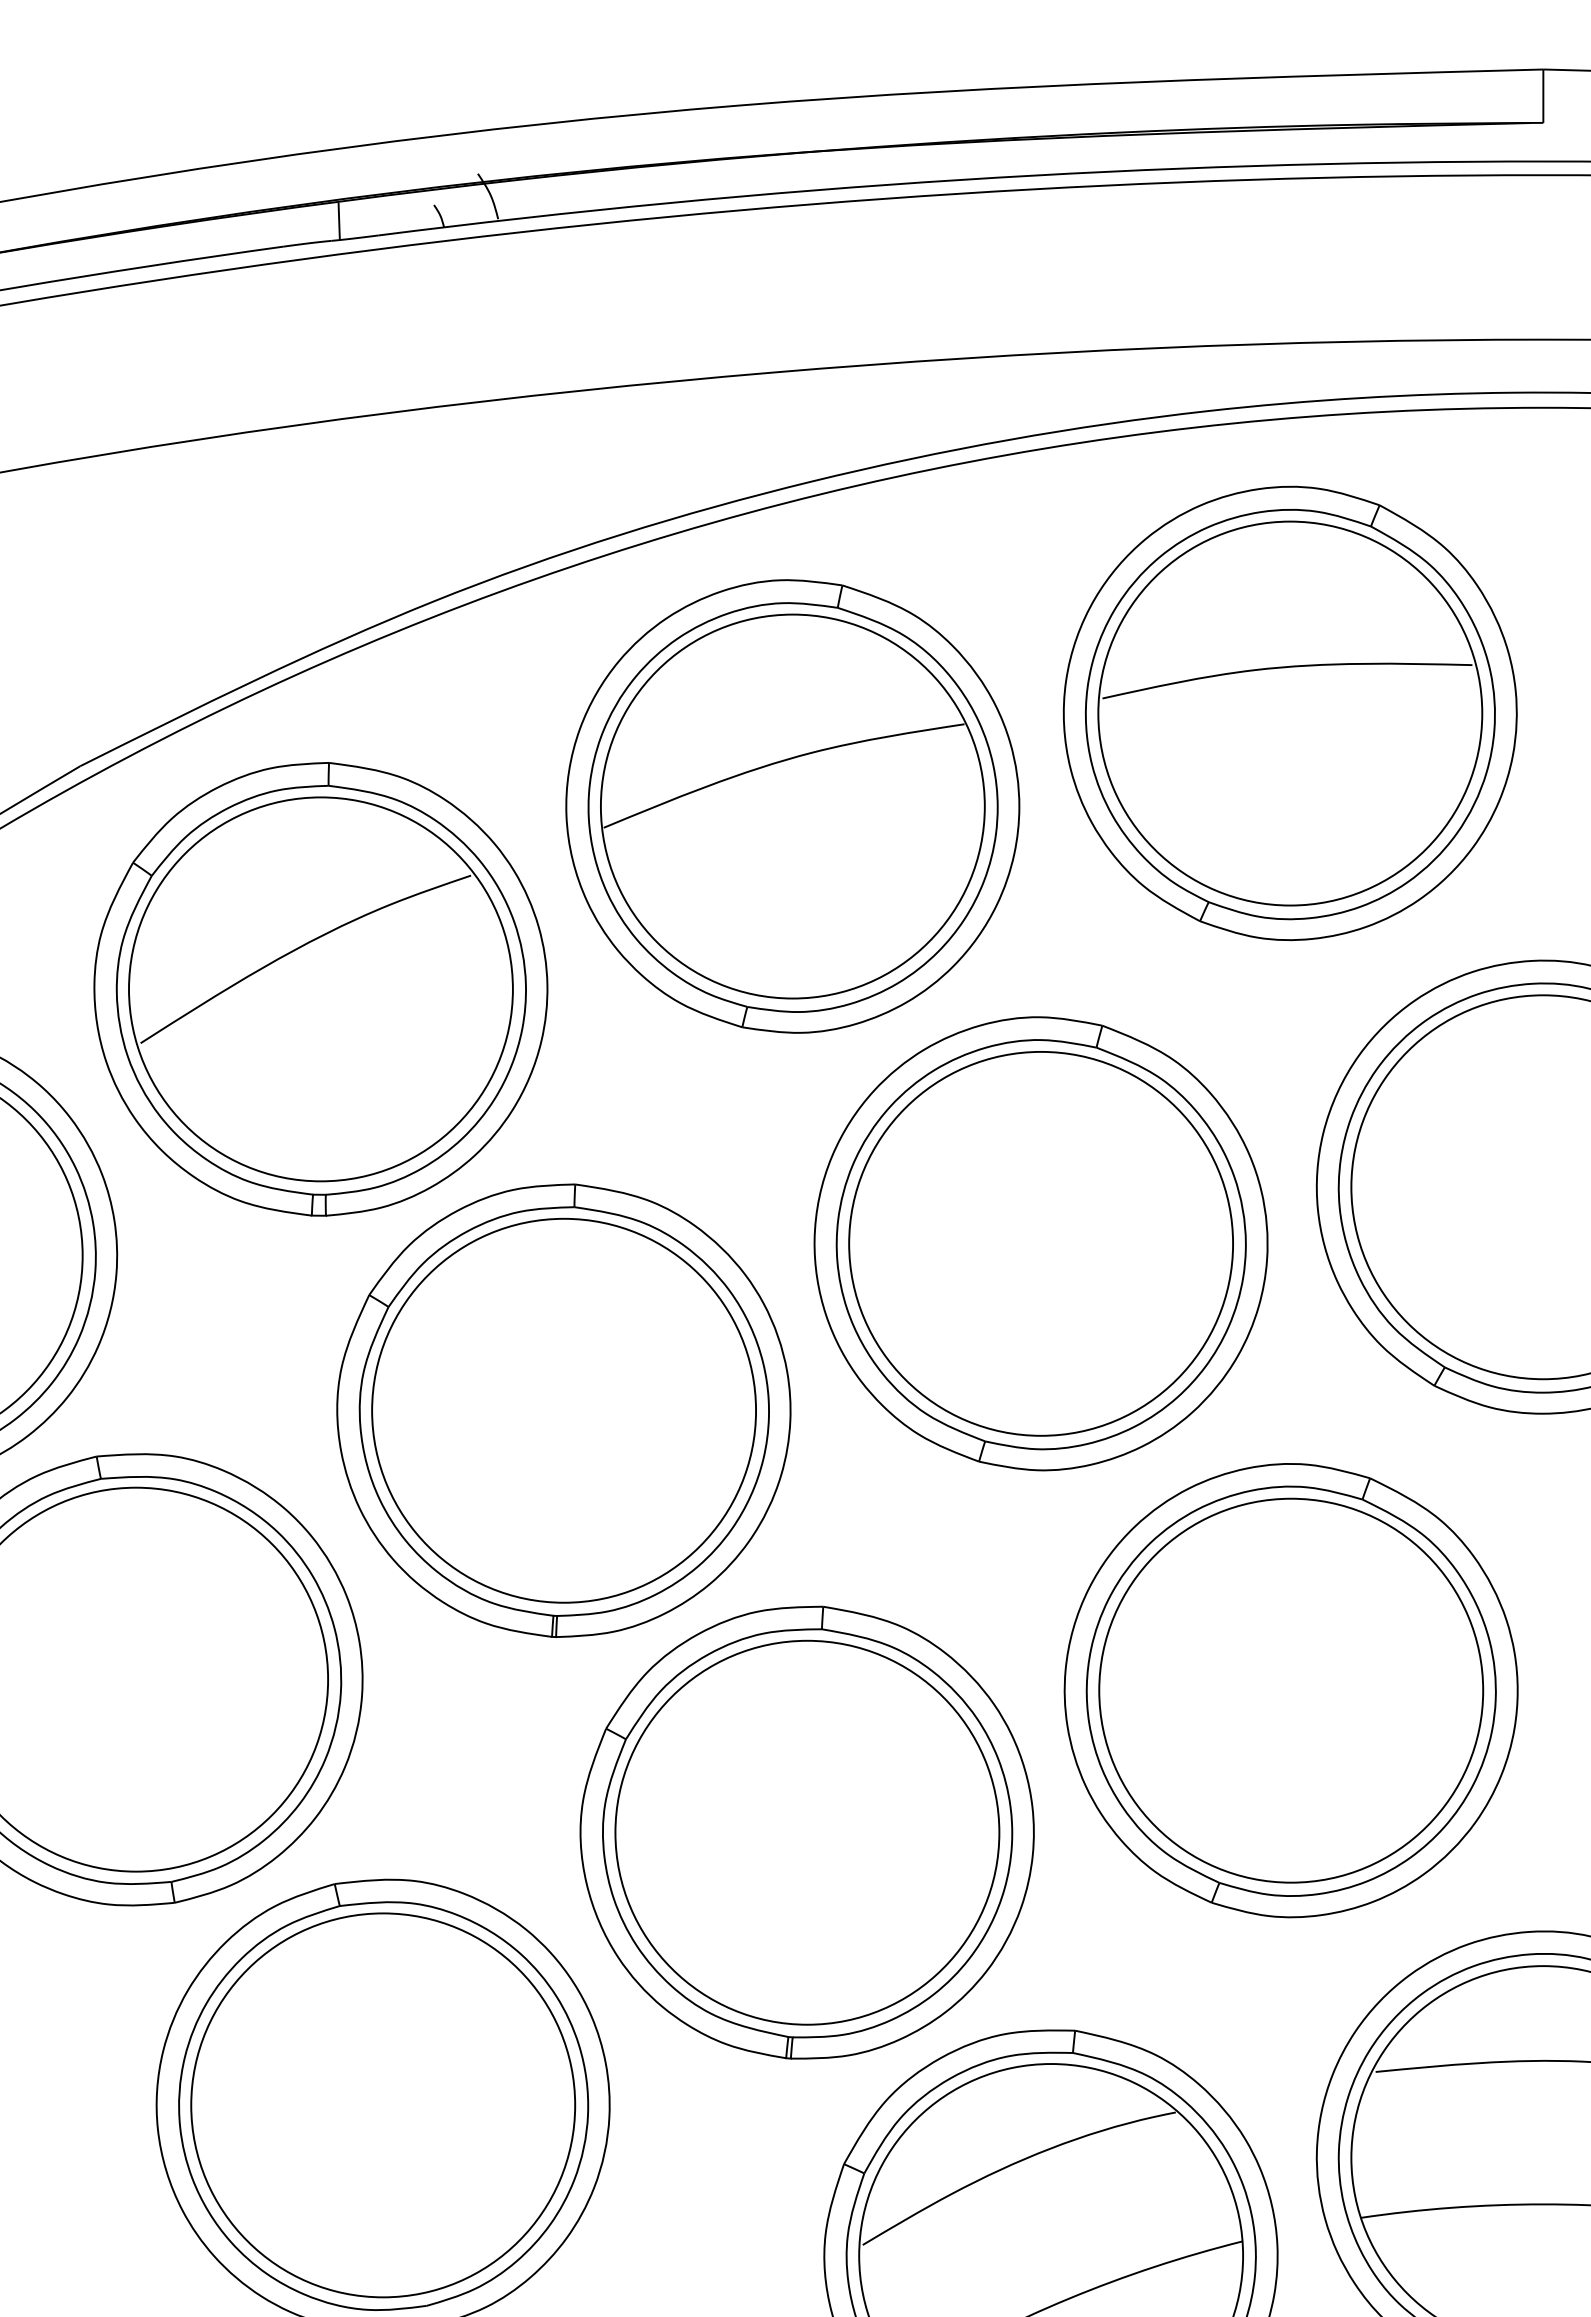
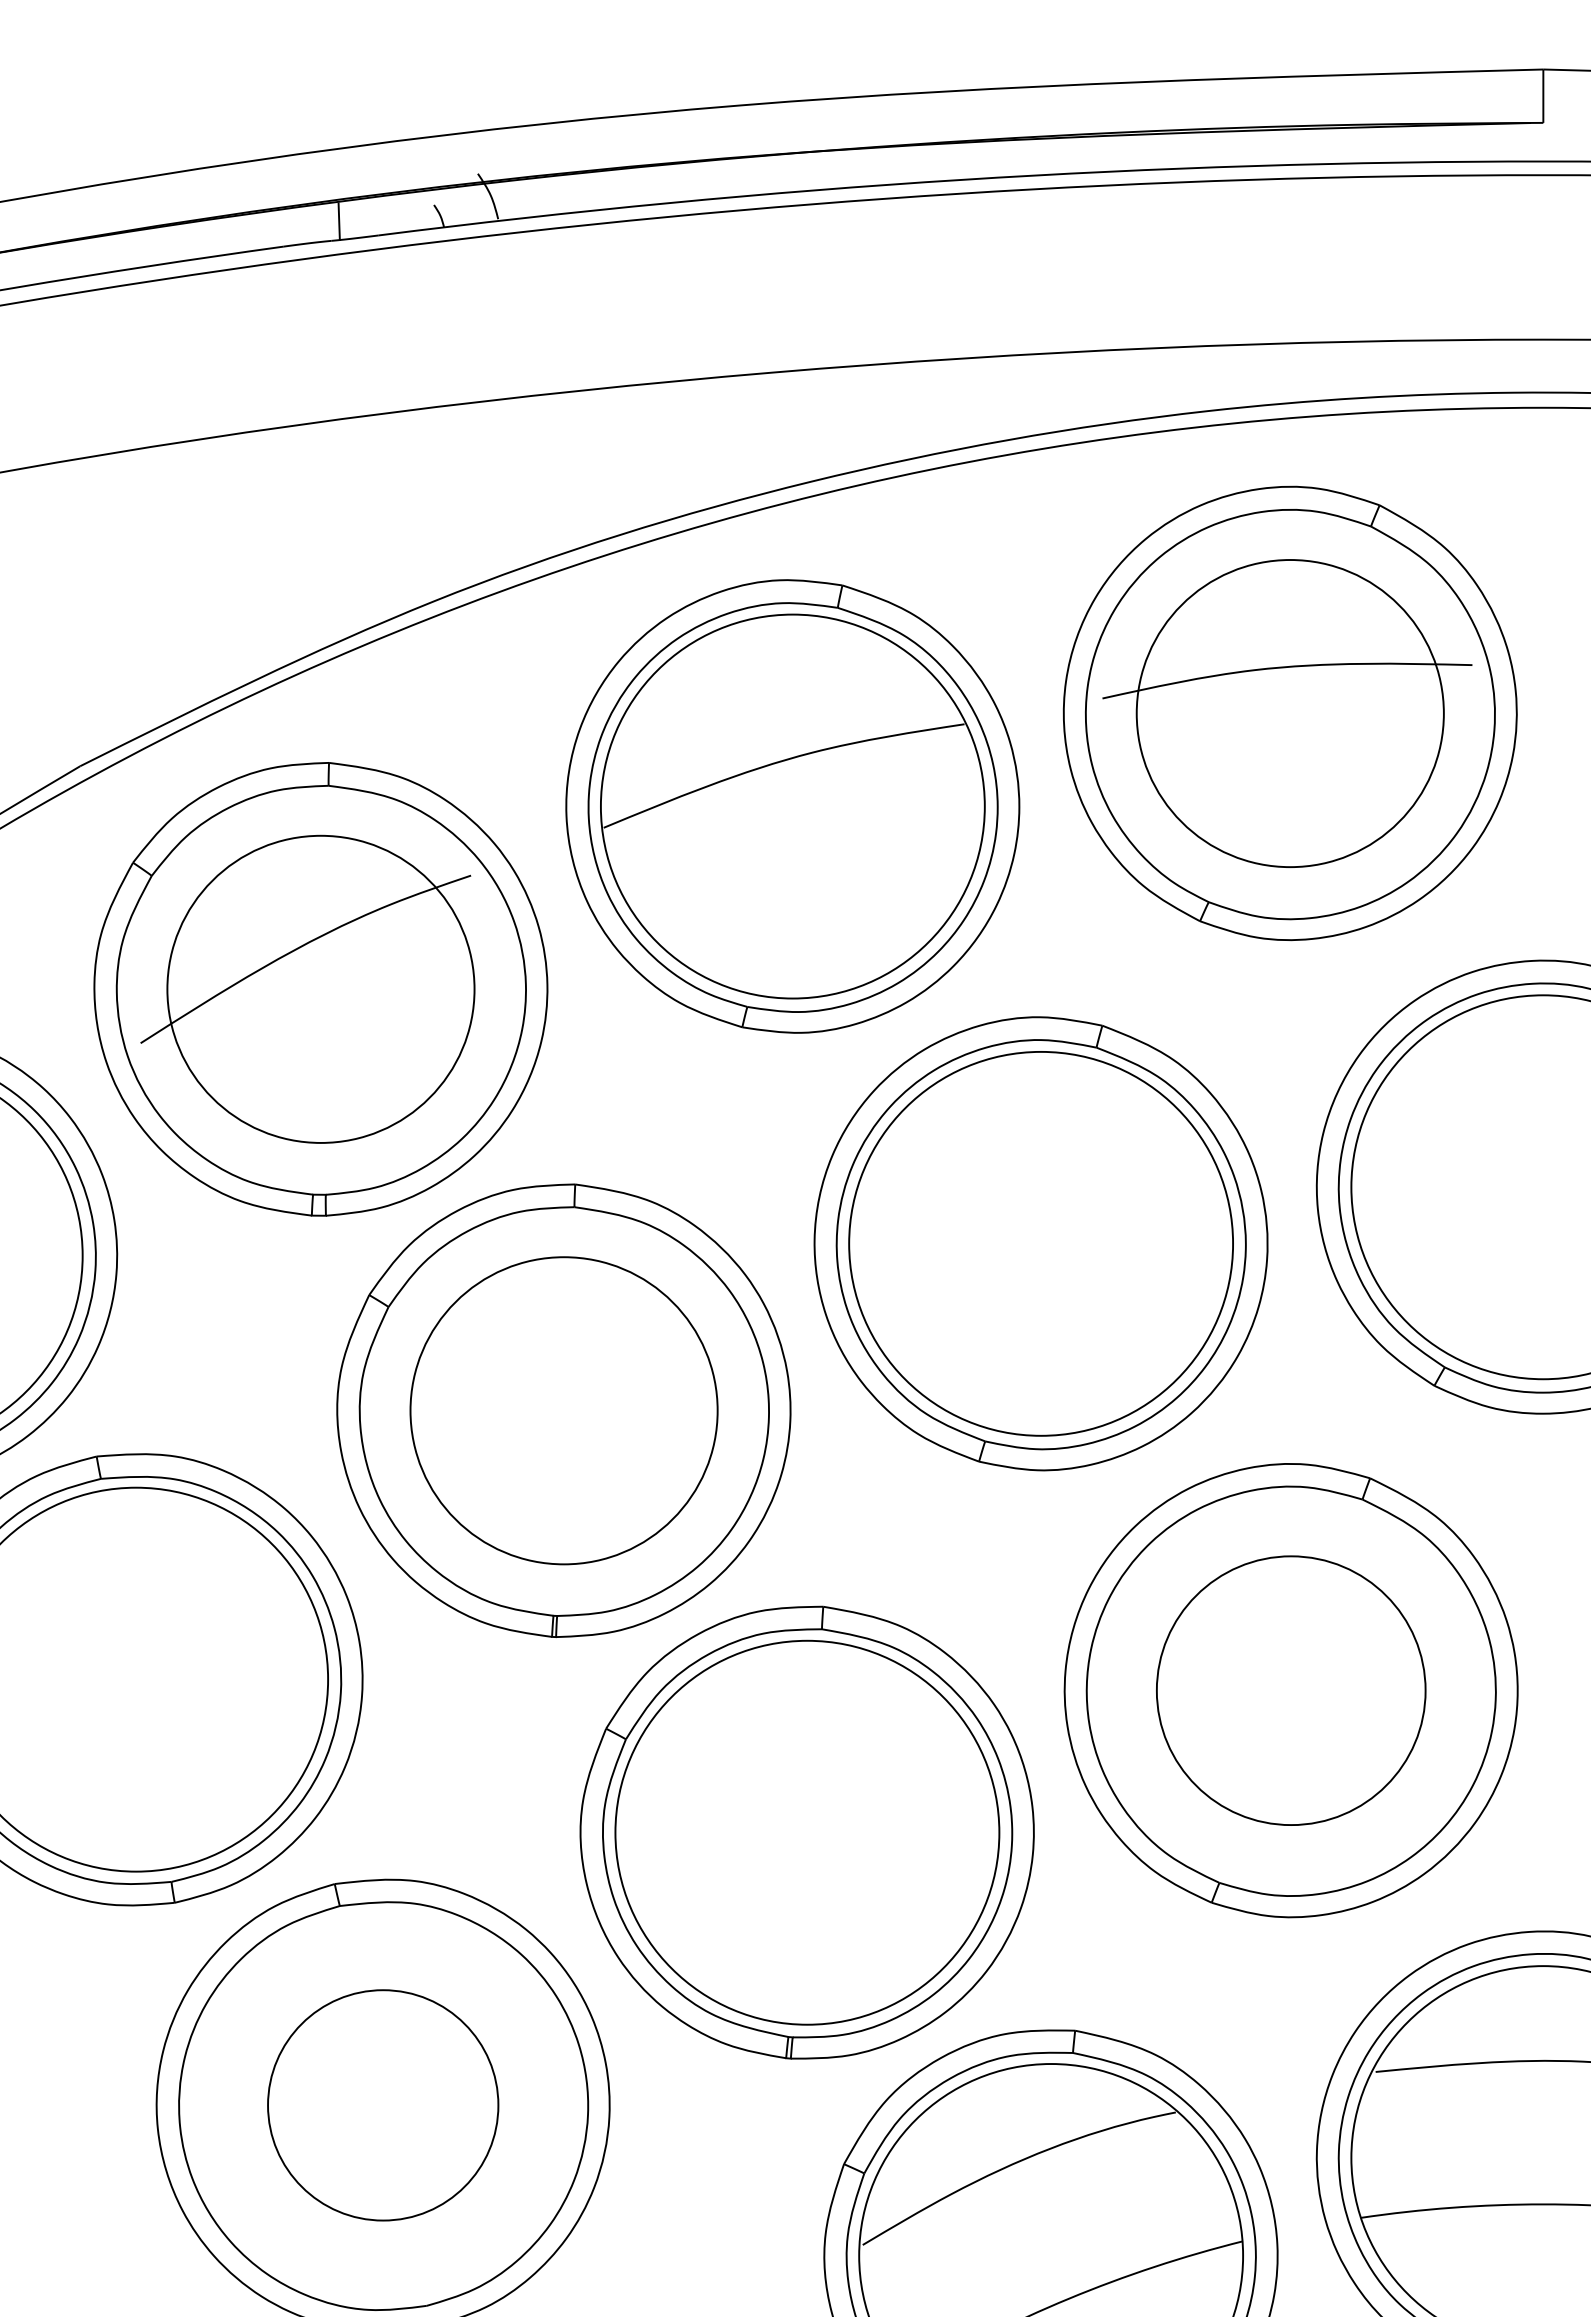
circle at (1290, 713) diameter: 384 px -> 307 px
circle at (320, 989) diameter: 384 px -> 307 px
circle at (564, 1410) diameter: 384 px -> 307 px
circle at (1291, 1690) diameter: 384 px -> 269 px
circle at (383, 2105) diameter: 384 px -> 230 px
